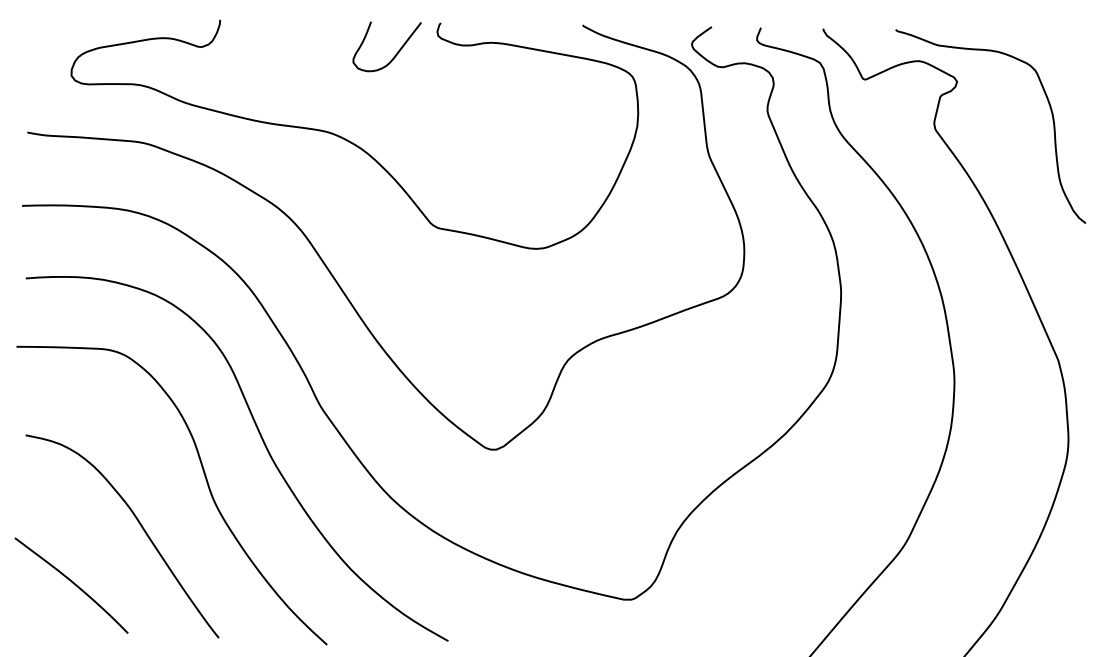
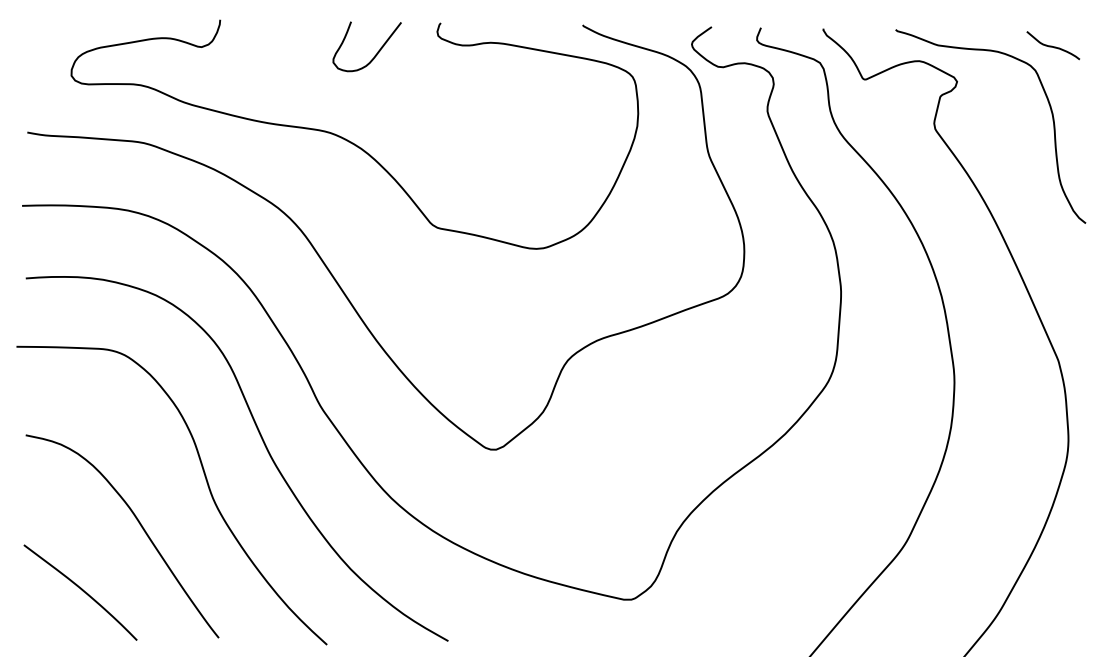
curve at (1052, 45): none -> present
curve at (395, 54) position: (395, 54) -> (375, 54)
curve at (72, 583) position: (72, 583) -> (81, 590)
